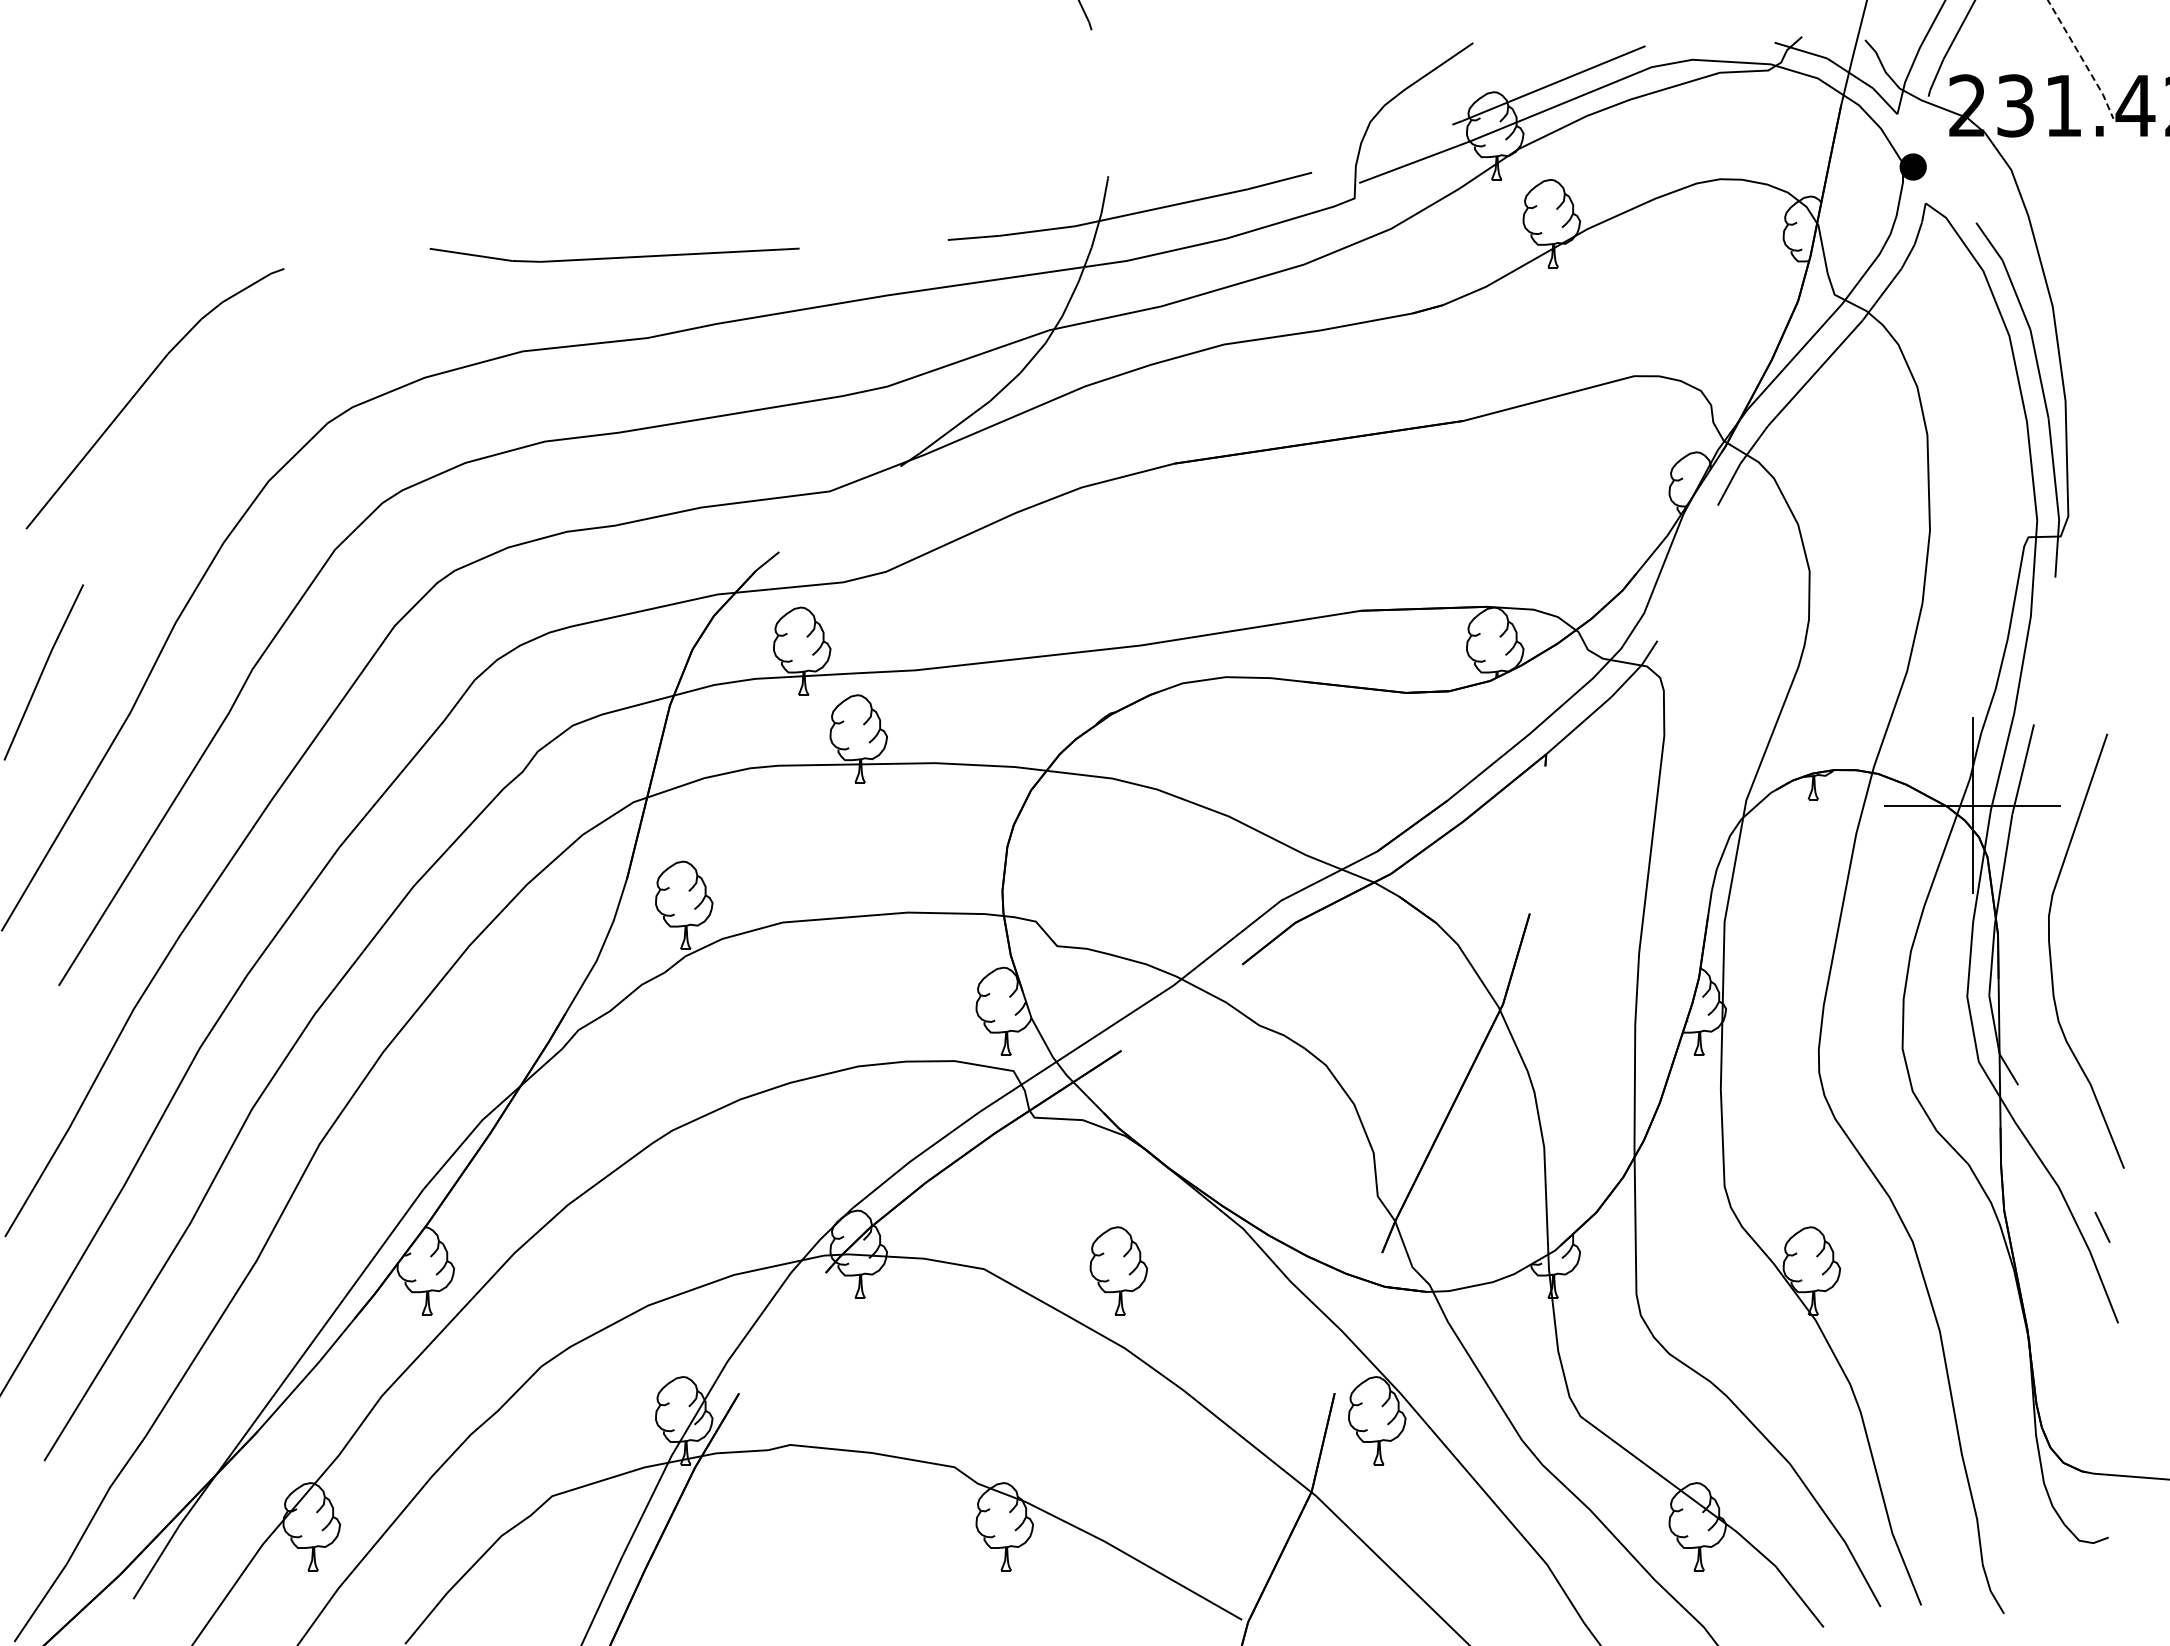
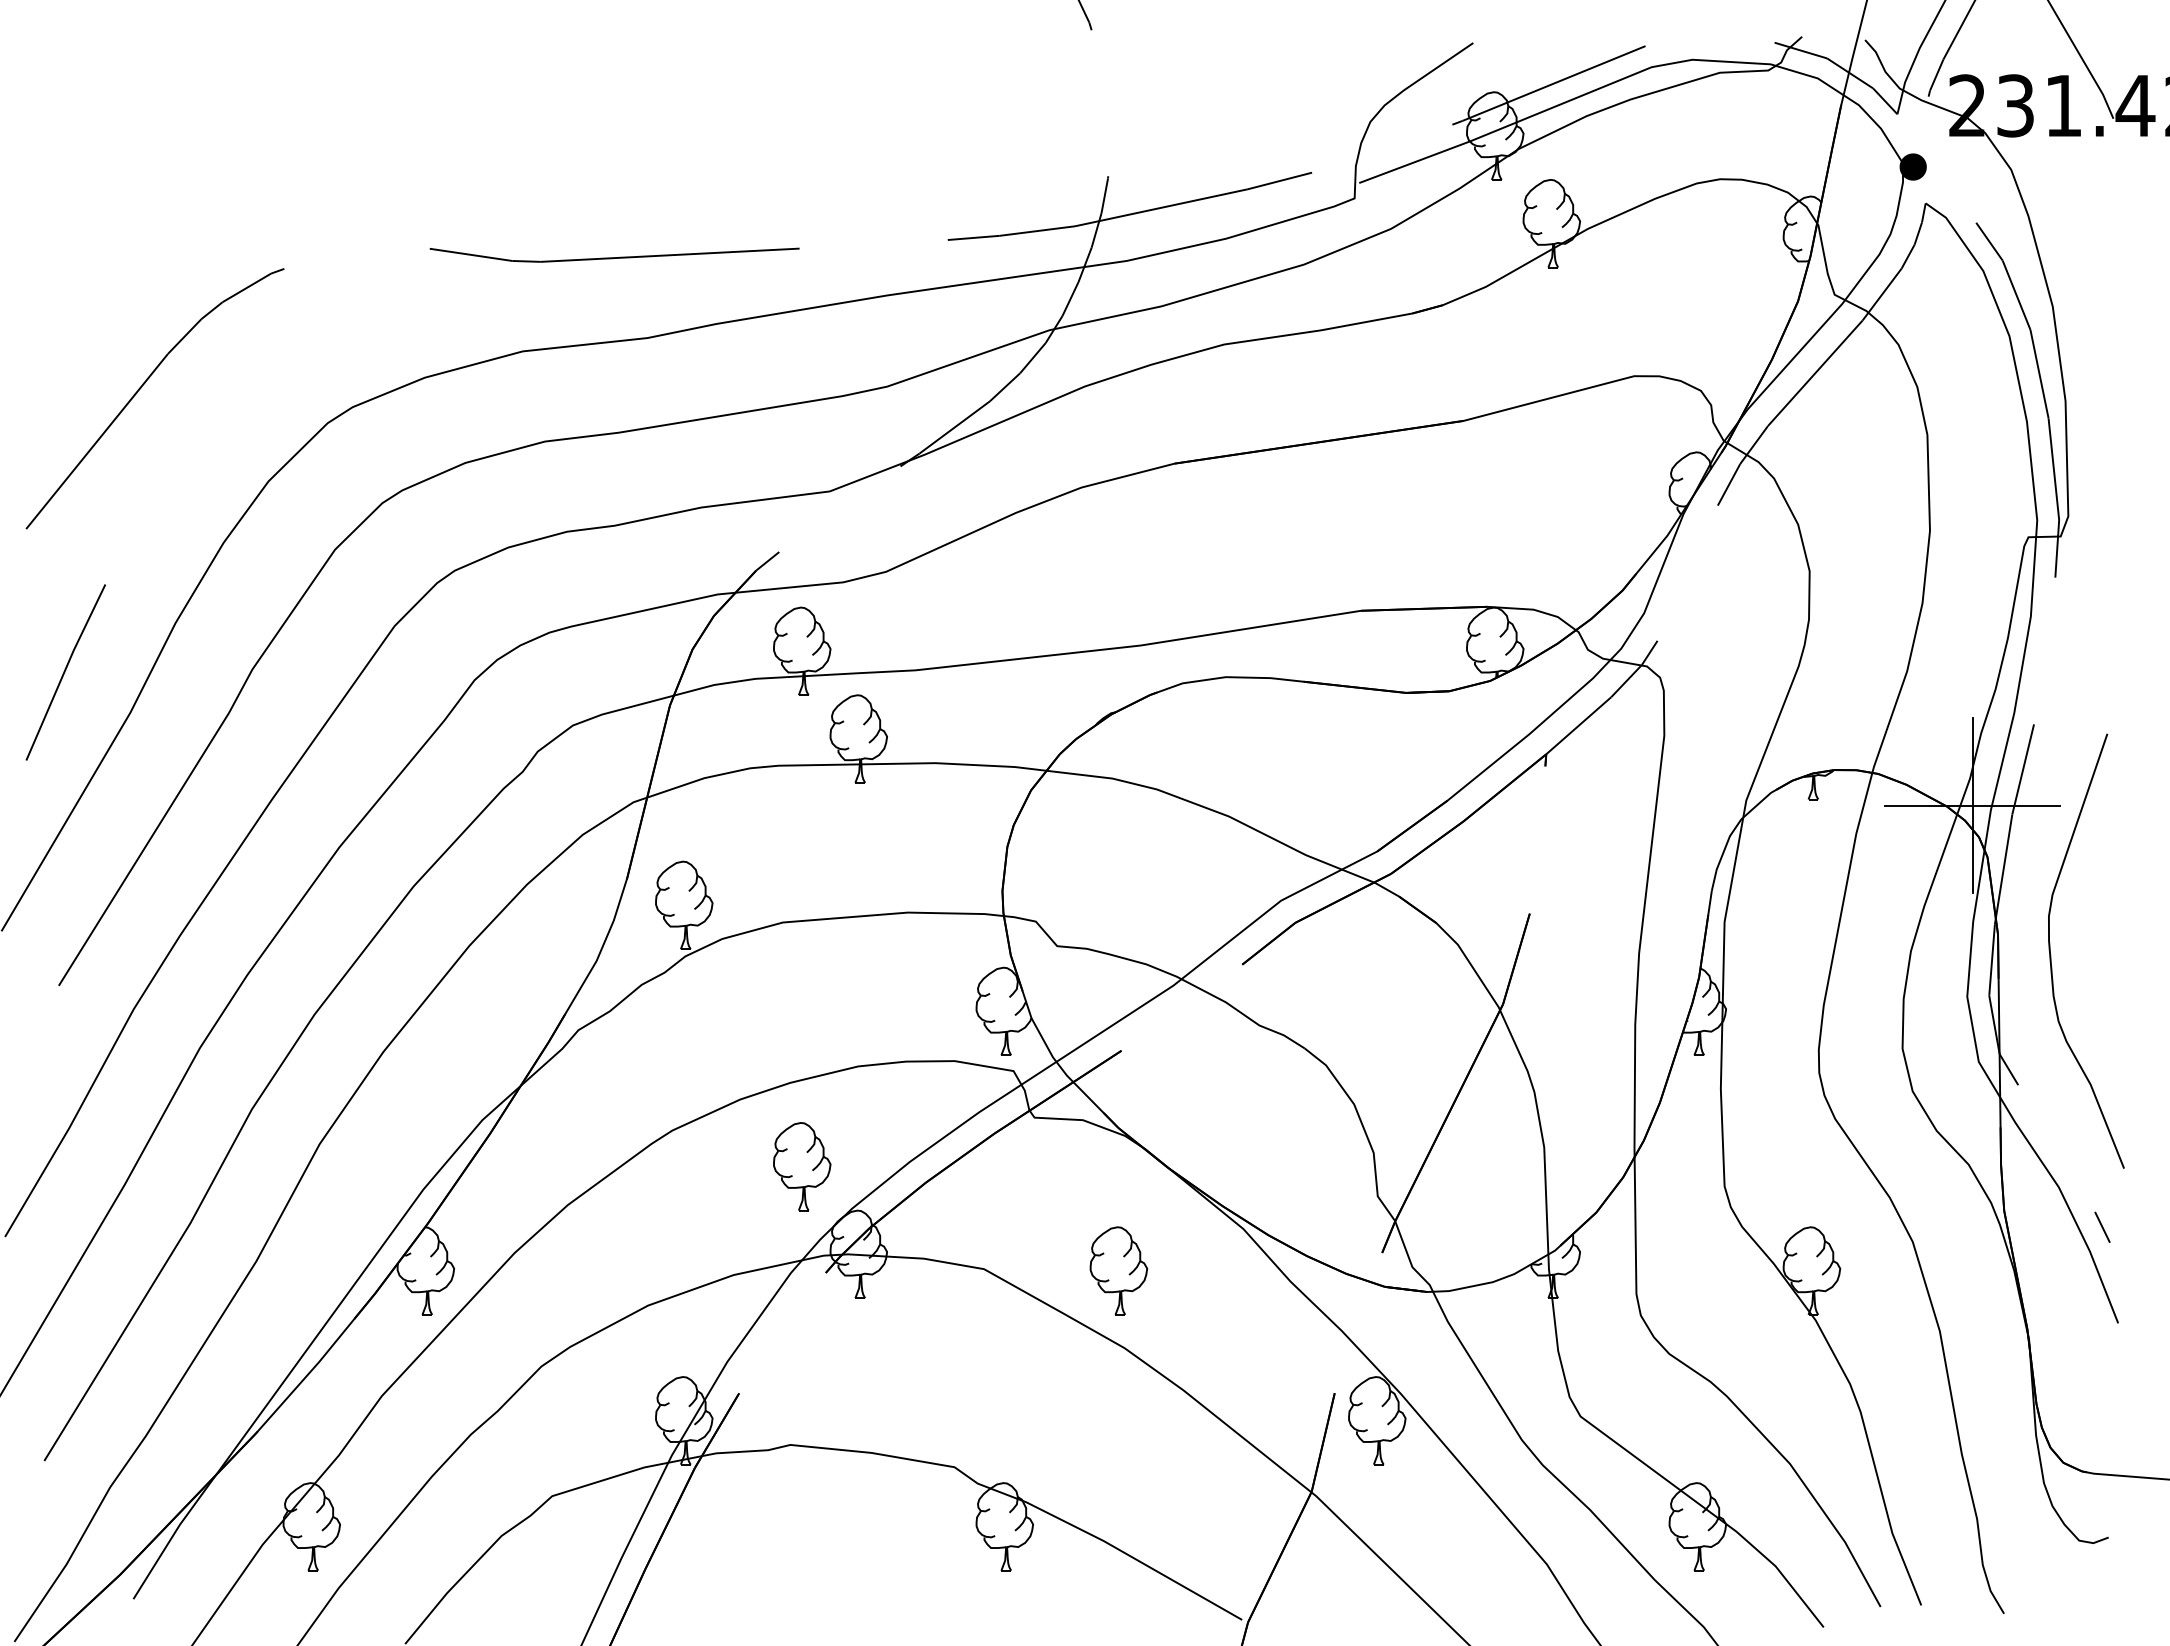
line at (2082, 59): dashed -> solid
line at (43, 672) position: (43, 672) -> (65, 672)
part at (802, 1166): none -> present
